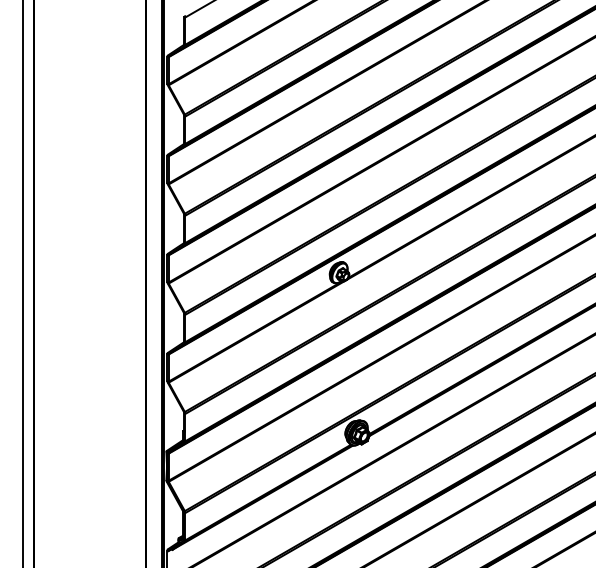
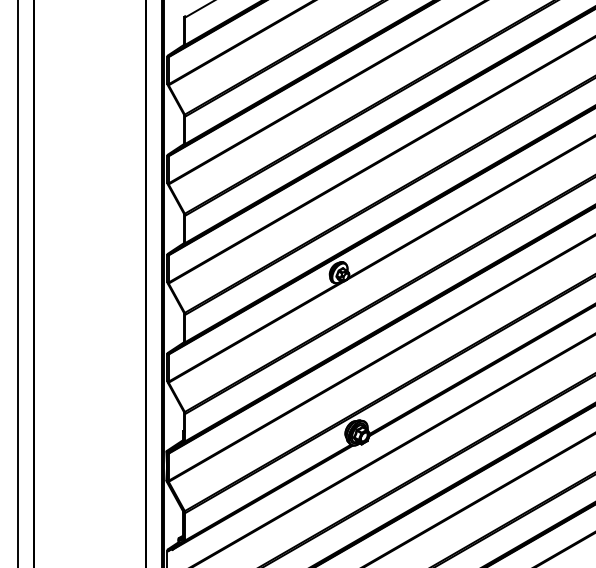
line at (22, 283) position: (22, 283) -> (17, 283)
